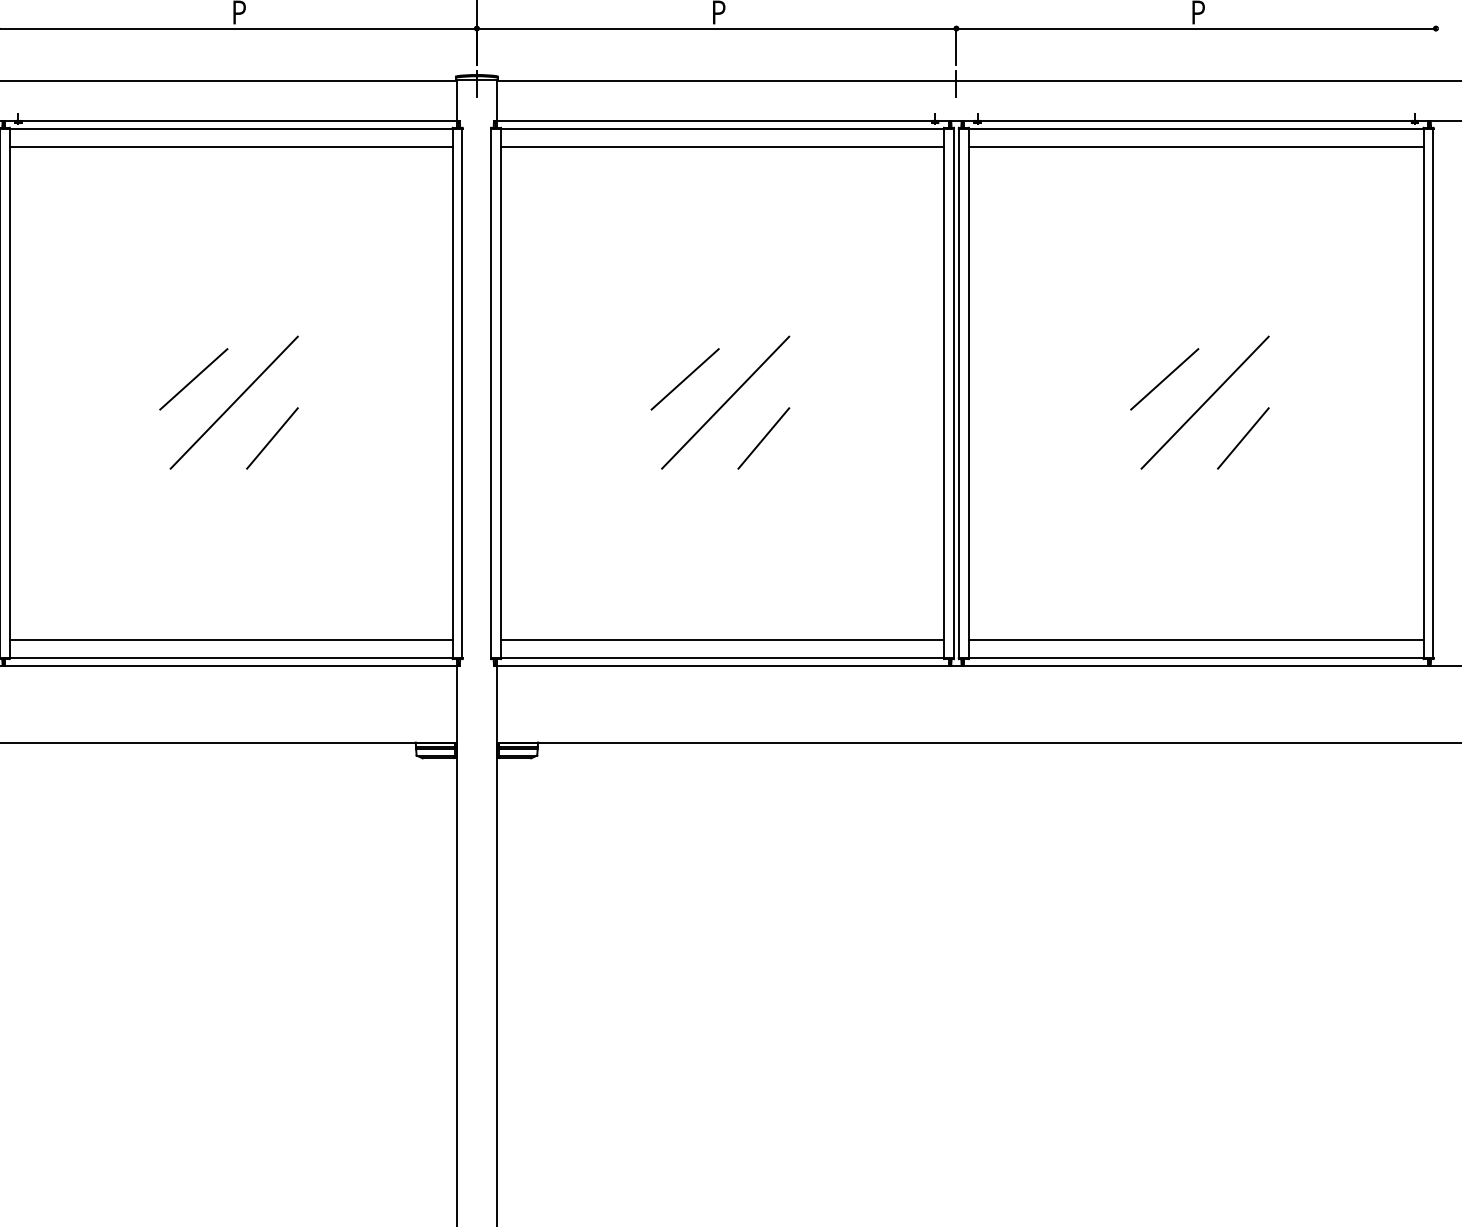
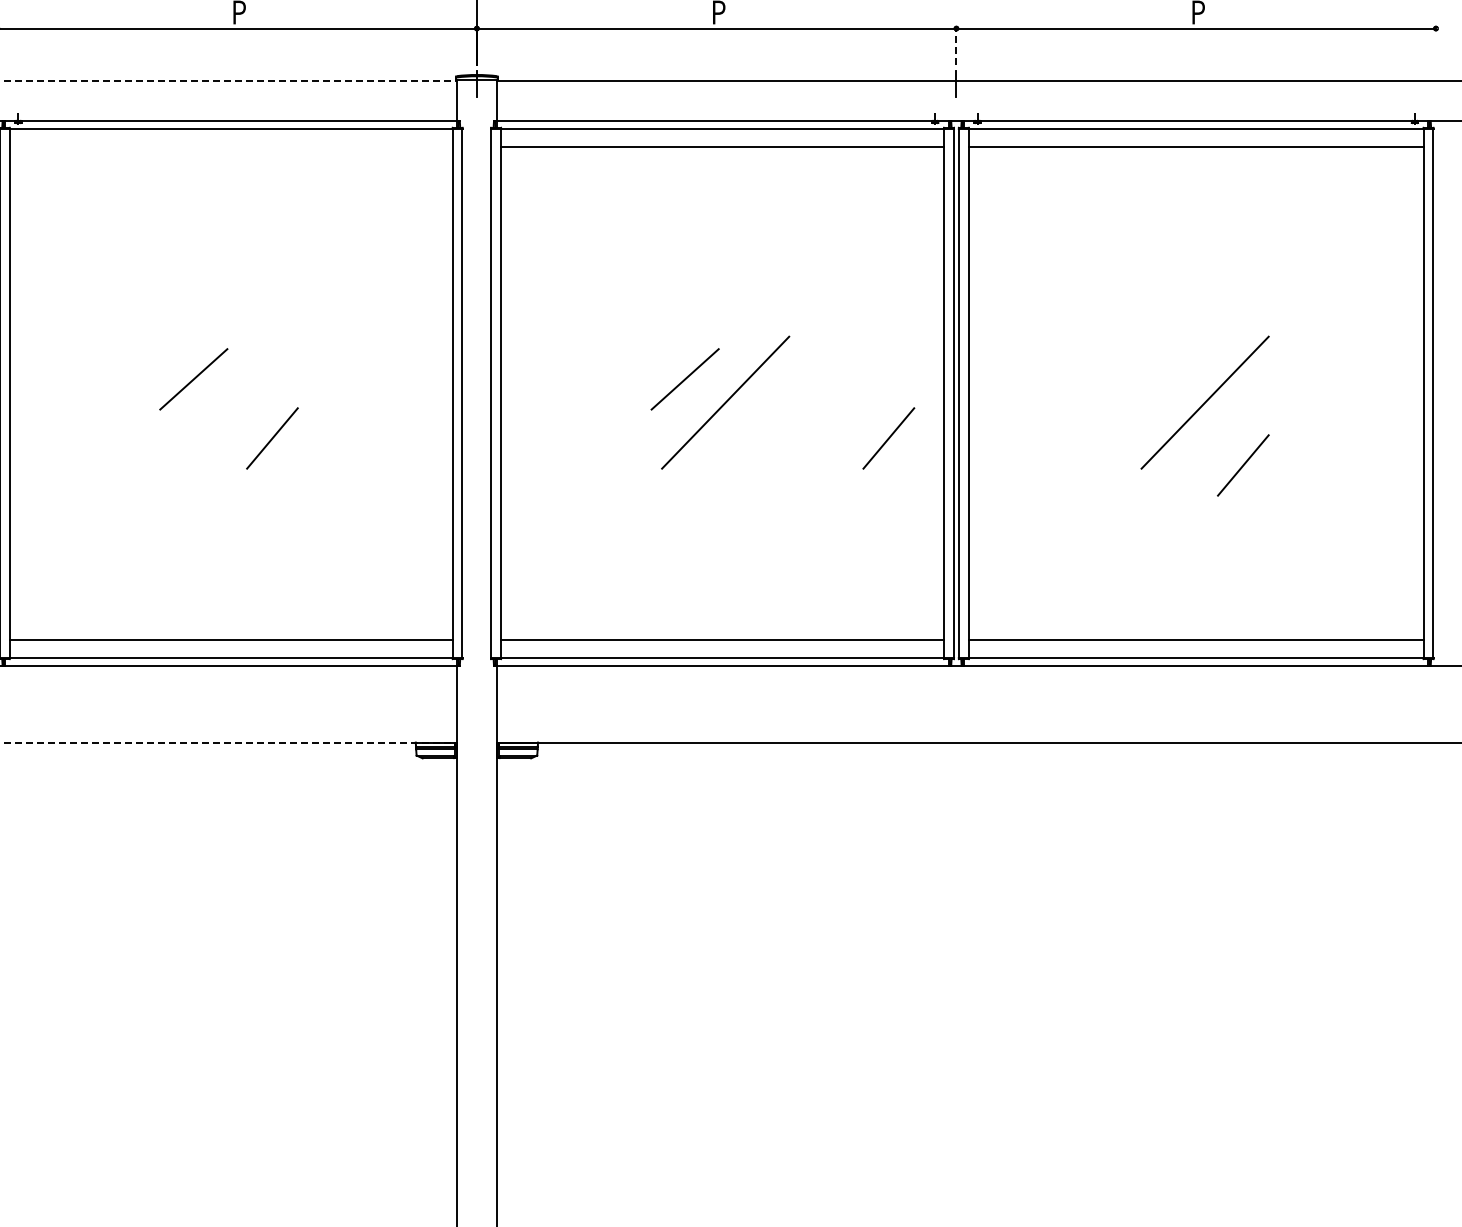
line at (956, 46): solid -> dashed
line at (229, 81): solid -> dashed
line at (230, 147): present -> none
line at (1164, 379): present -> none
line at (233, 402): present -> none
line at (763, 438) position: (763, 438) -> (888, 438)
line at (1243, 438) position: (1243, 438) -> (1243, 465)
line at (229, 742): solid -> dashed
